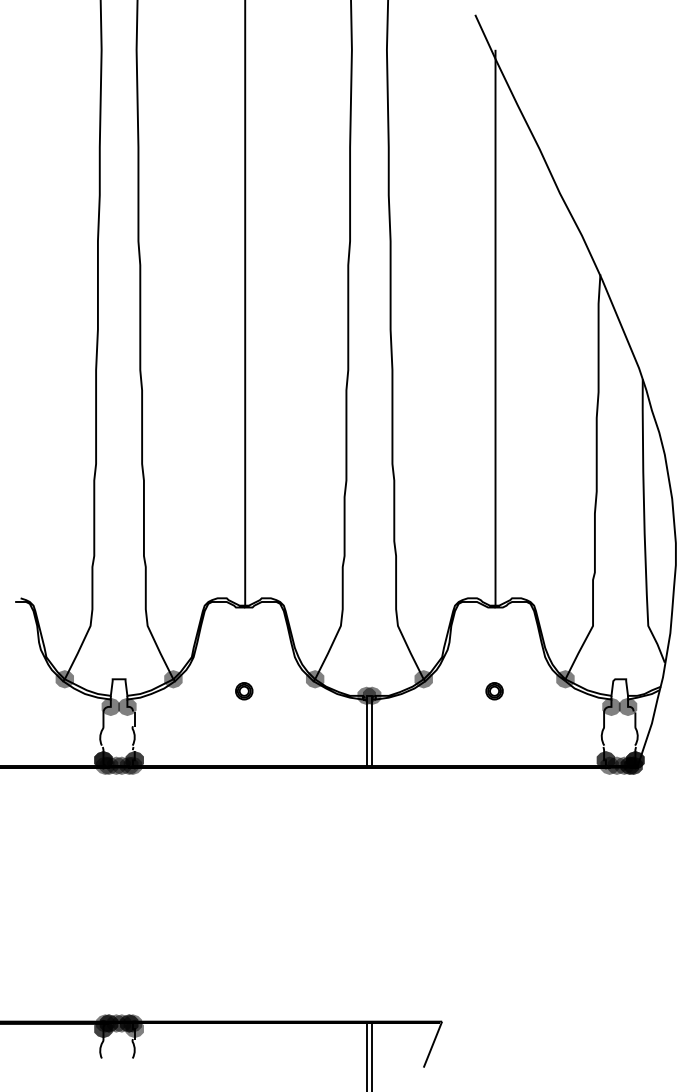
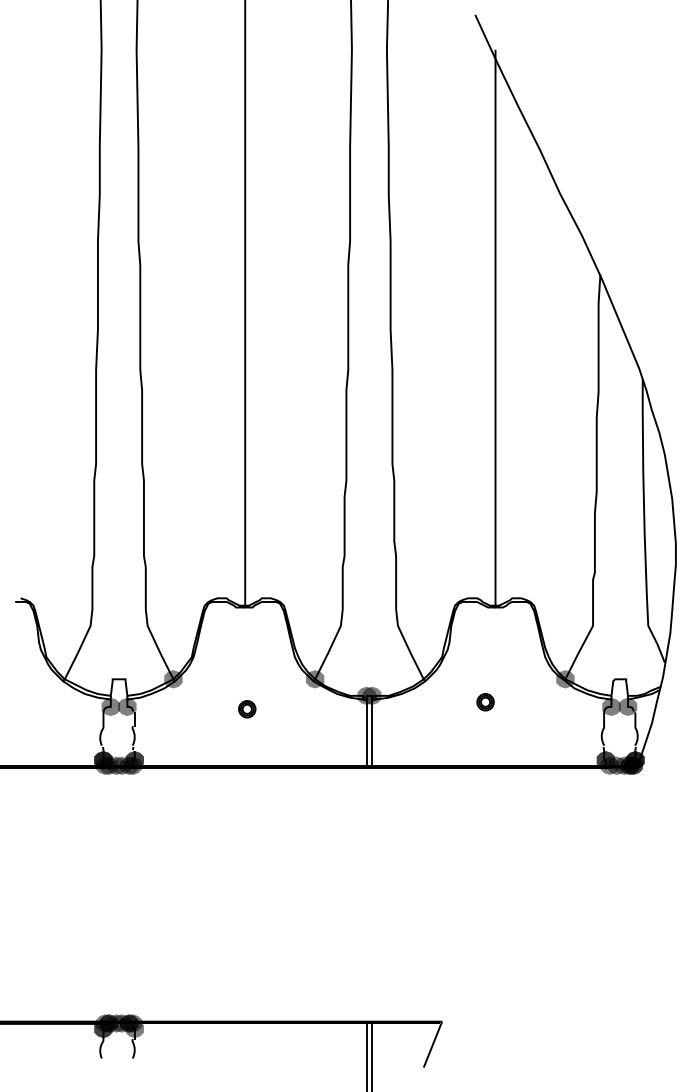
fill at (64, 679): present -> none
fill at (423, 679): present -> none
part at (244, 691) position: (244, 691) -> (247, 709)
part at (494, 691) position: (494, 691) -> (485, 702)
